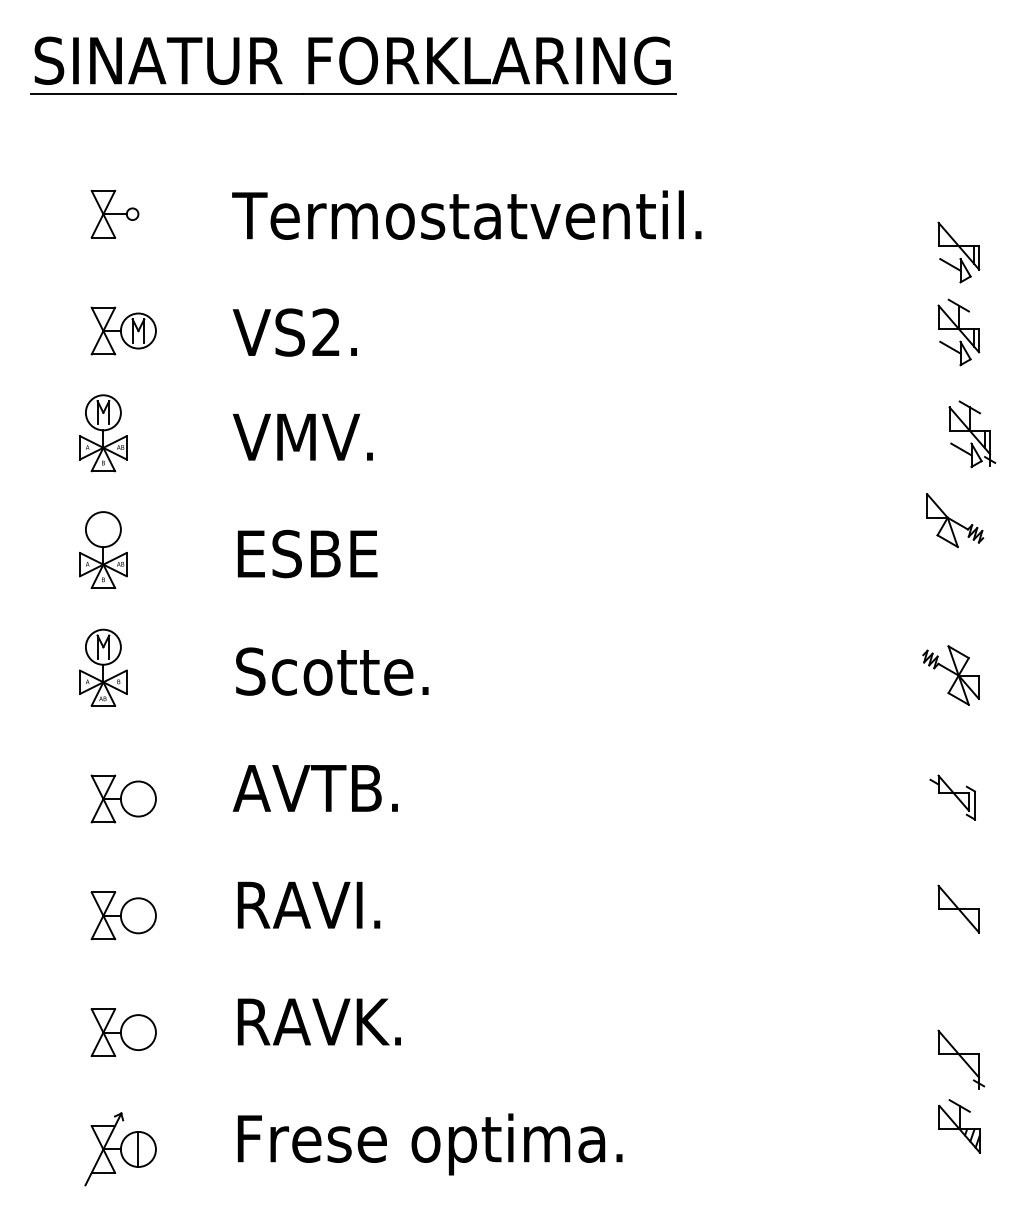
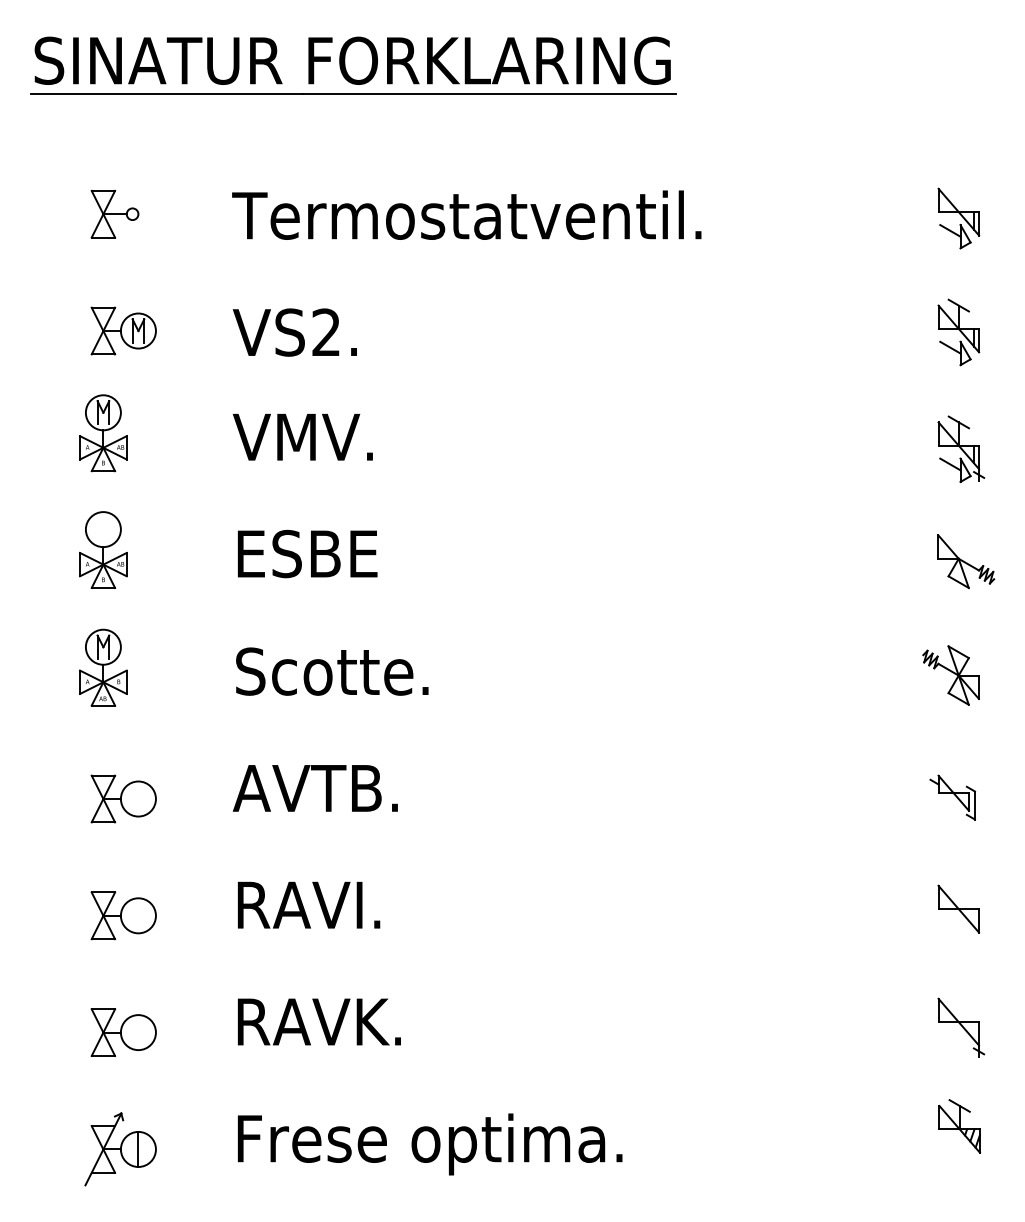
part at (958, 252) position: (958, 252) -> (958, 218)
part at (972, 433) position: (972, 433) -> (961, 448)
part at (955, 520) position: (955, 520) -> (966, 561)
part at (961, 1059) position: (961, 1059) -> (961, 1027)
